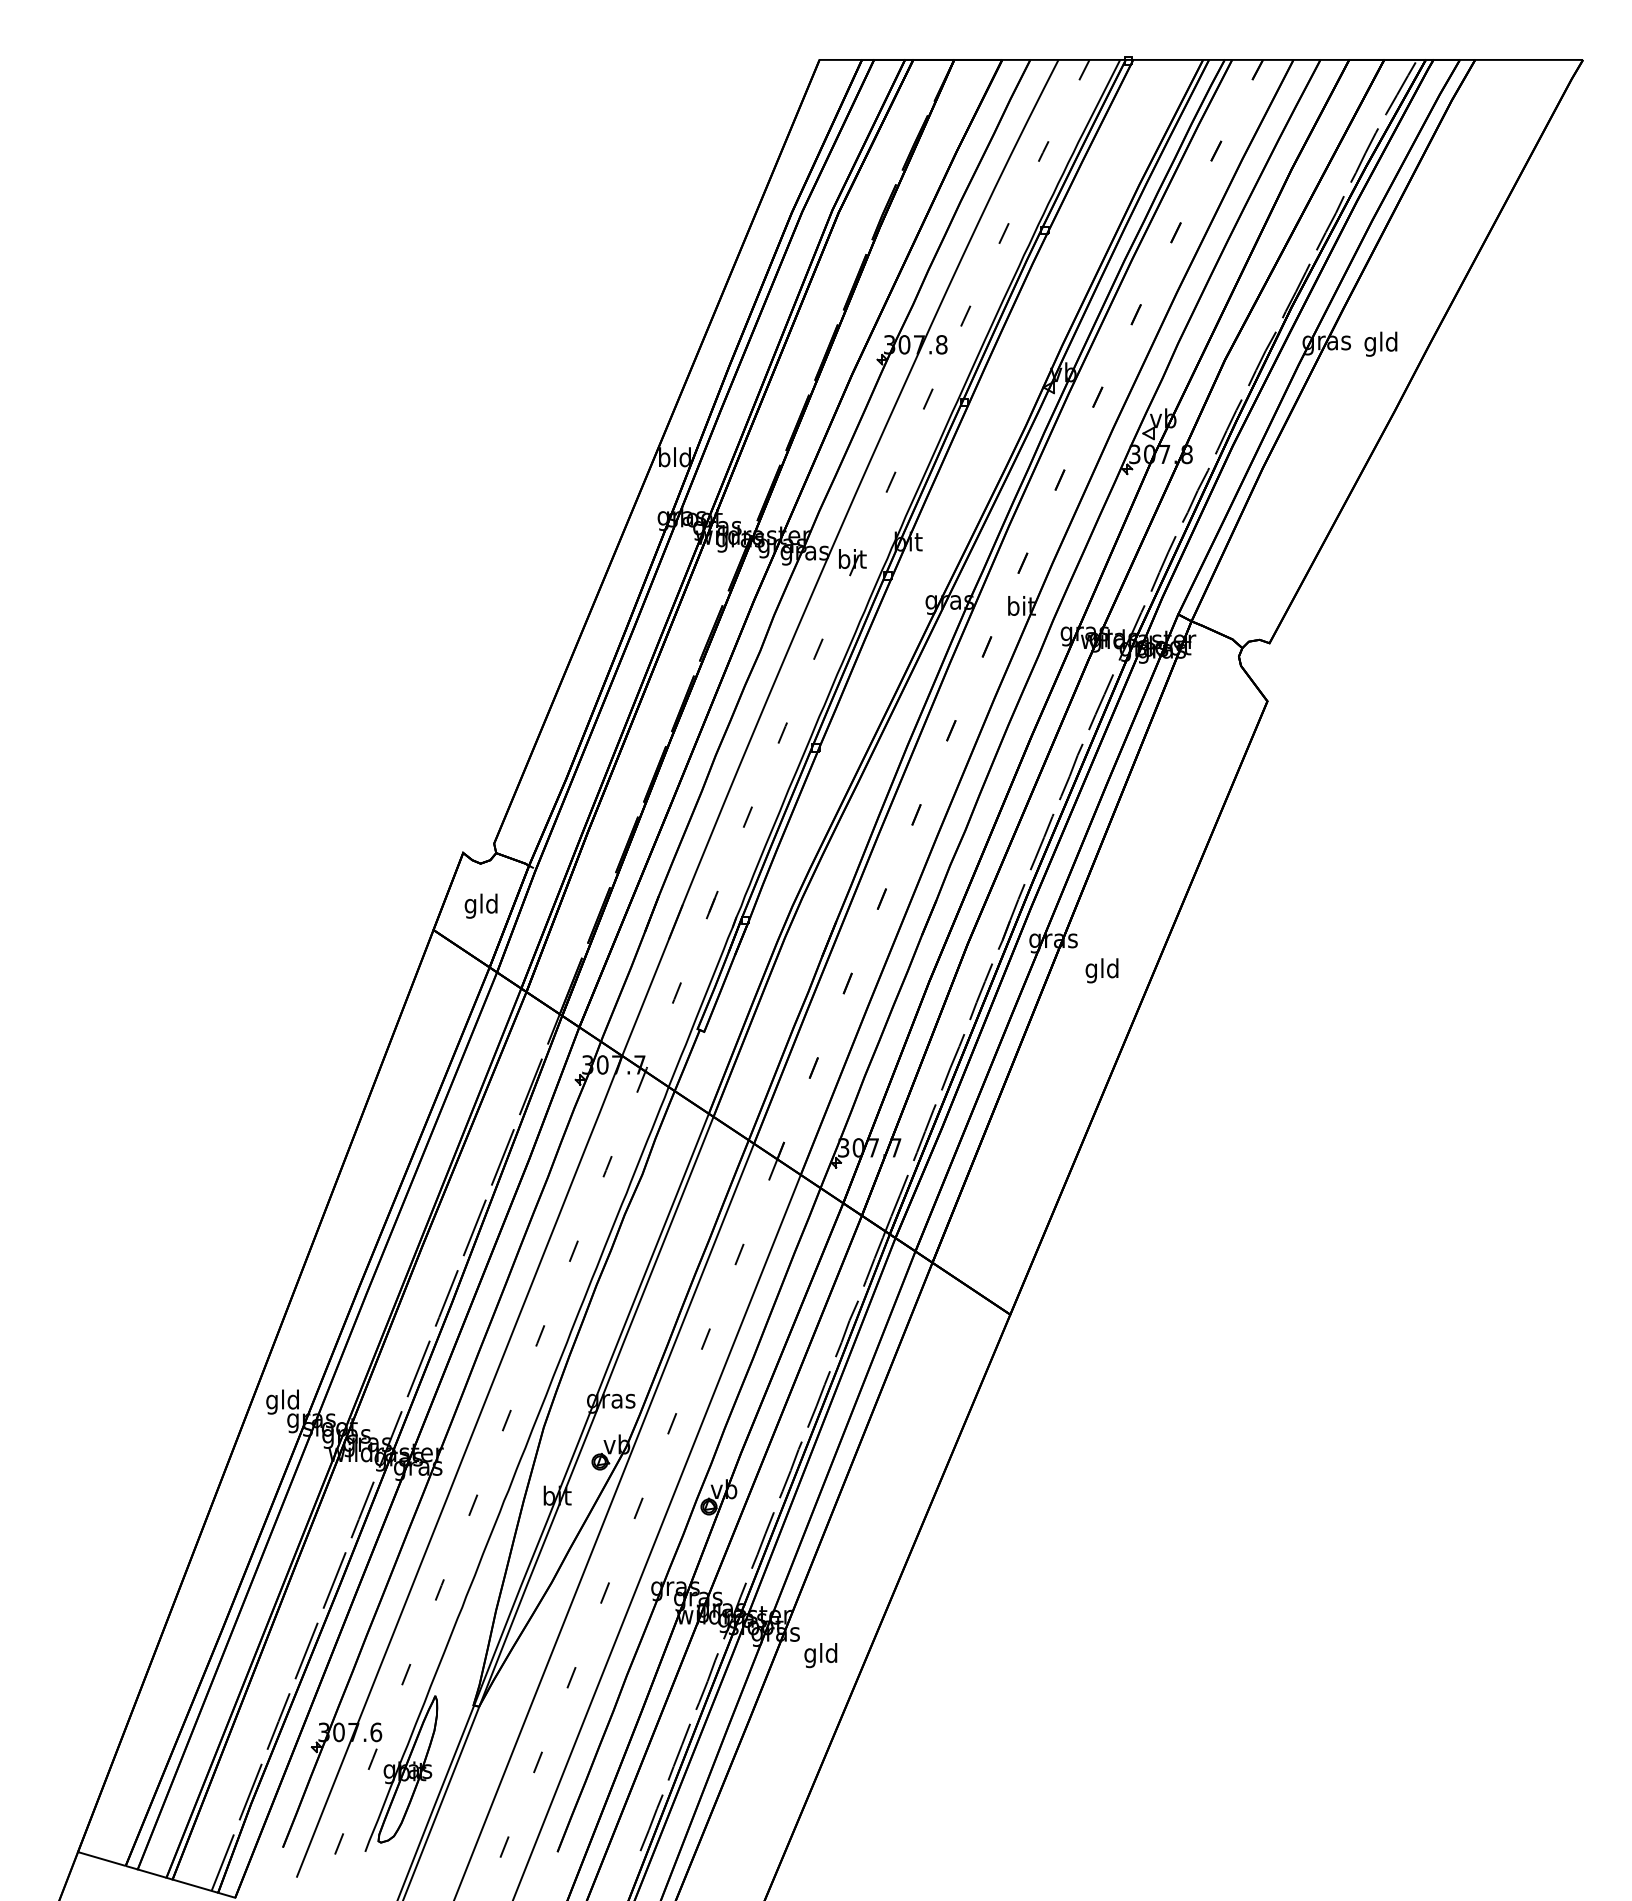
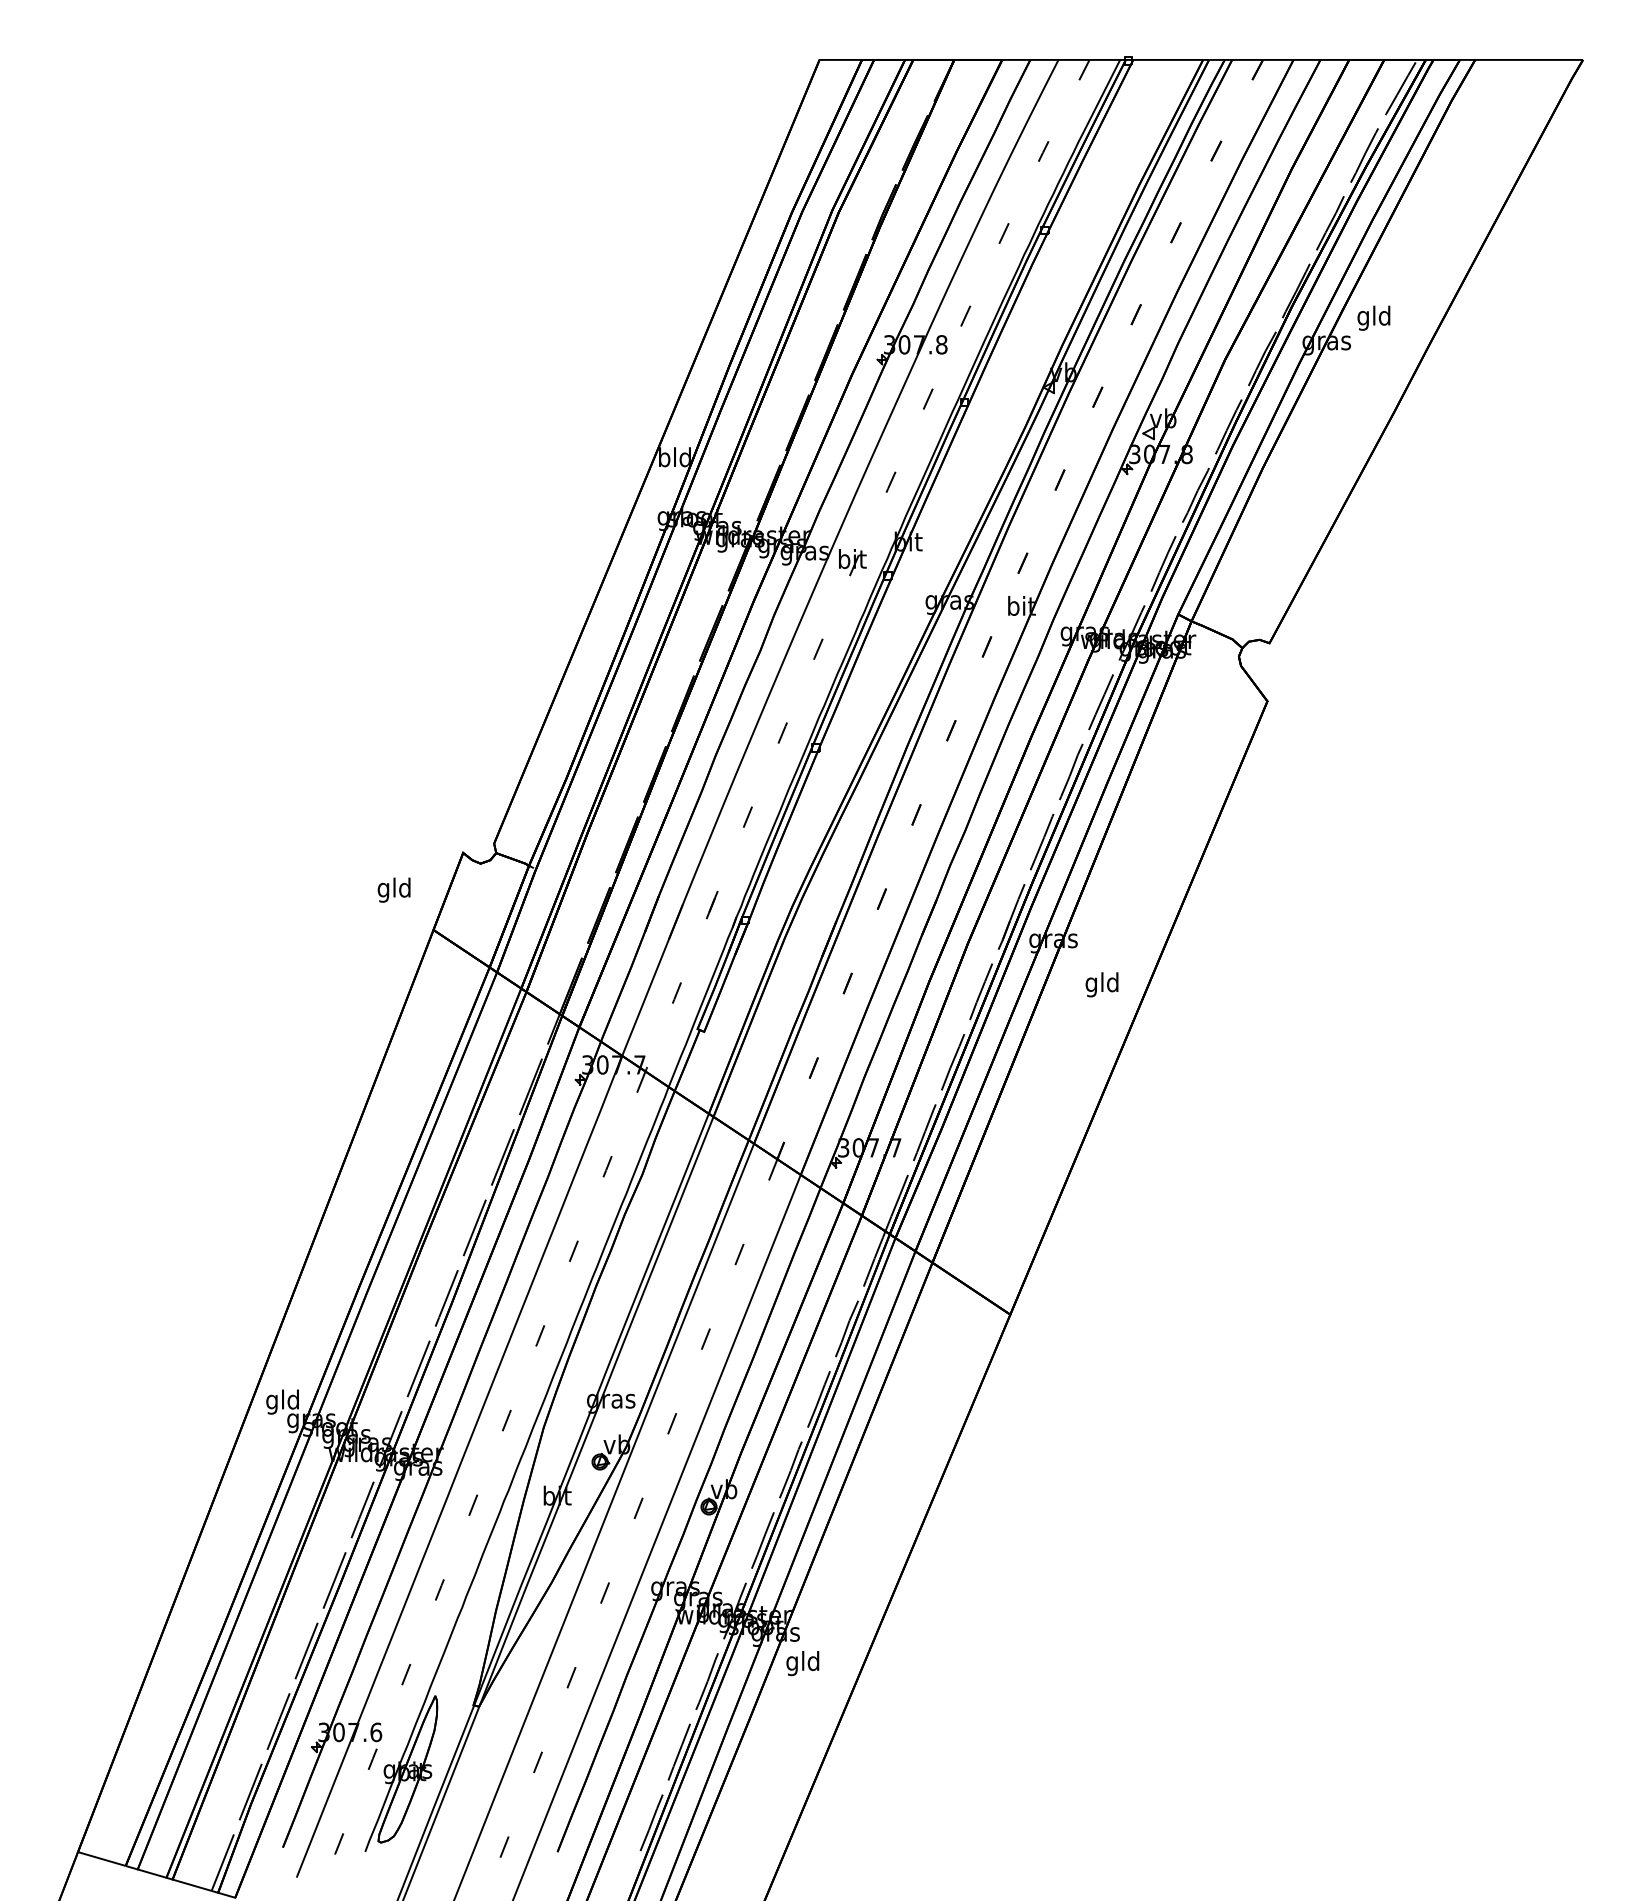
text at (1380, 343) position: (1380, 343) -> (1373, 317)
text at (480, 905) position: (480, 905) -> (393, 889)
text at (1101, 970) position: (1101, 970) -> (1101, 984)
text at (820, 1655) position: (820, 1655) -> (802, 1663)
